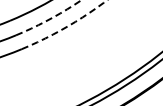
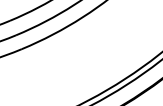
arc at (50, 19): dashed -> solid
arc at (66, 27): dashed -> solid
